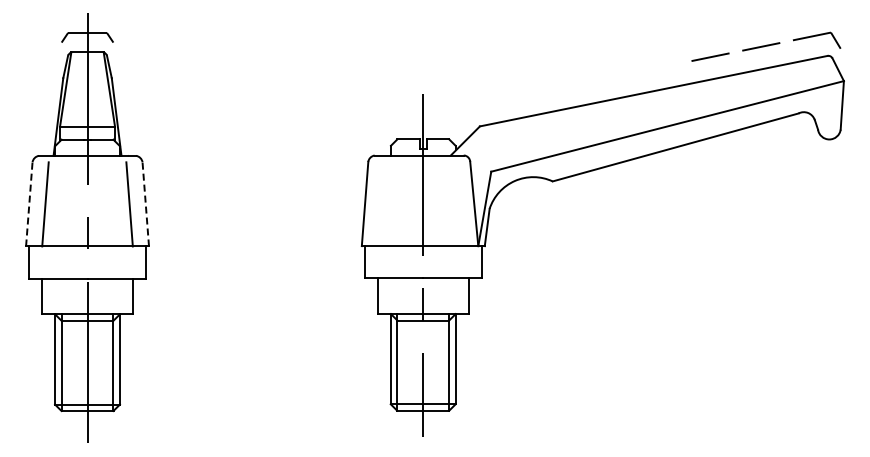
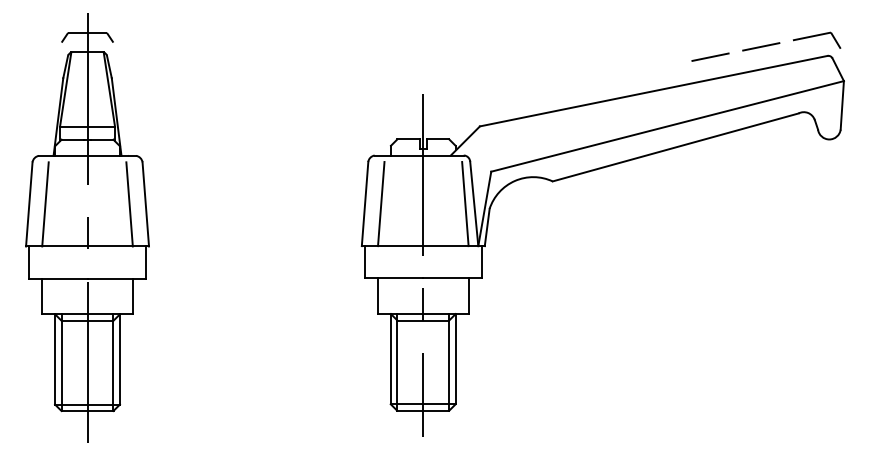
line at (29, 203): dashed -> solid
line at (145, 203): dashed -> solid
line at (381, 204): none -> present
line at (465, 204): none -> present
